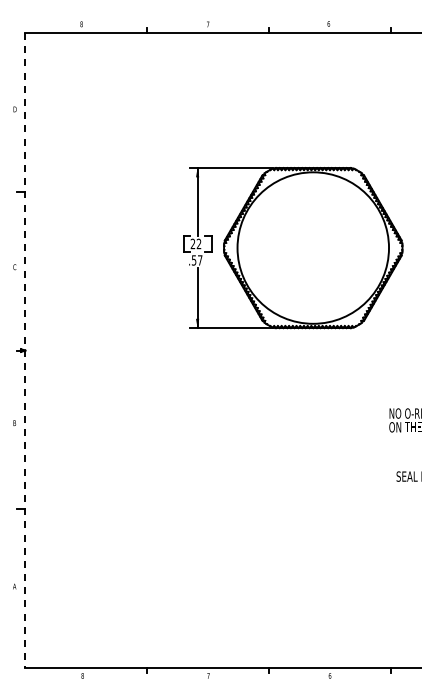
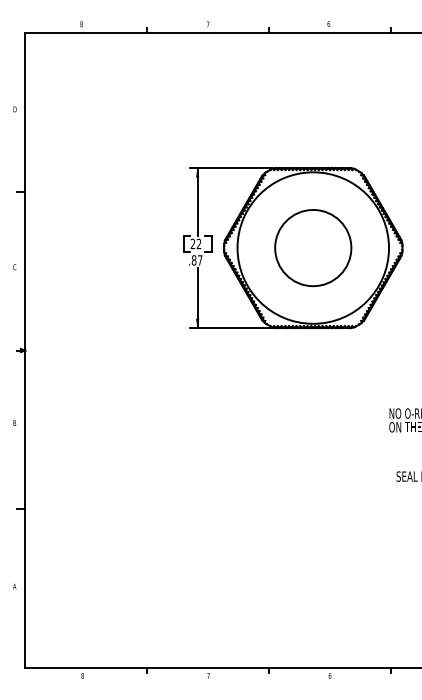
circle at (313, 248): none -> present
text at (193, 260): .57 -> .87
line at (25, 350): dashed -> solid
